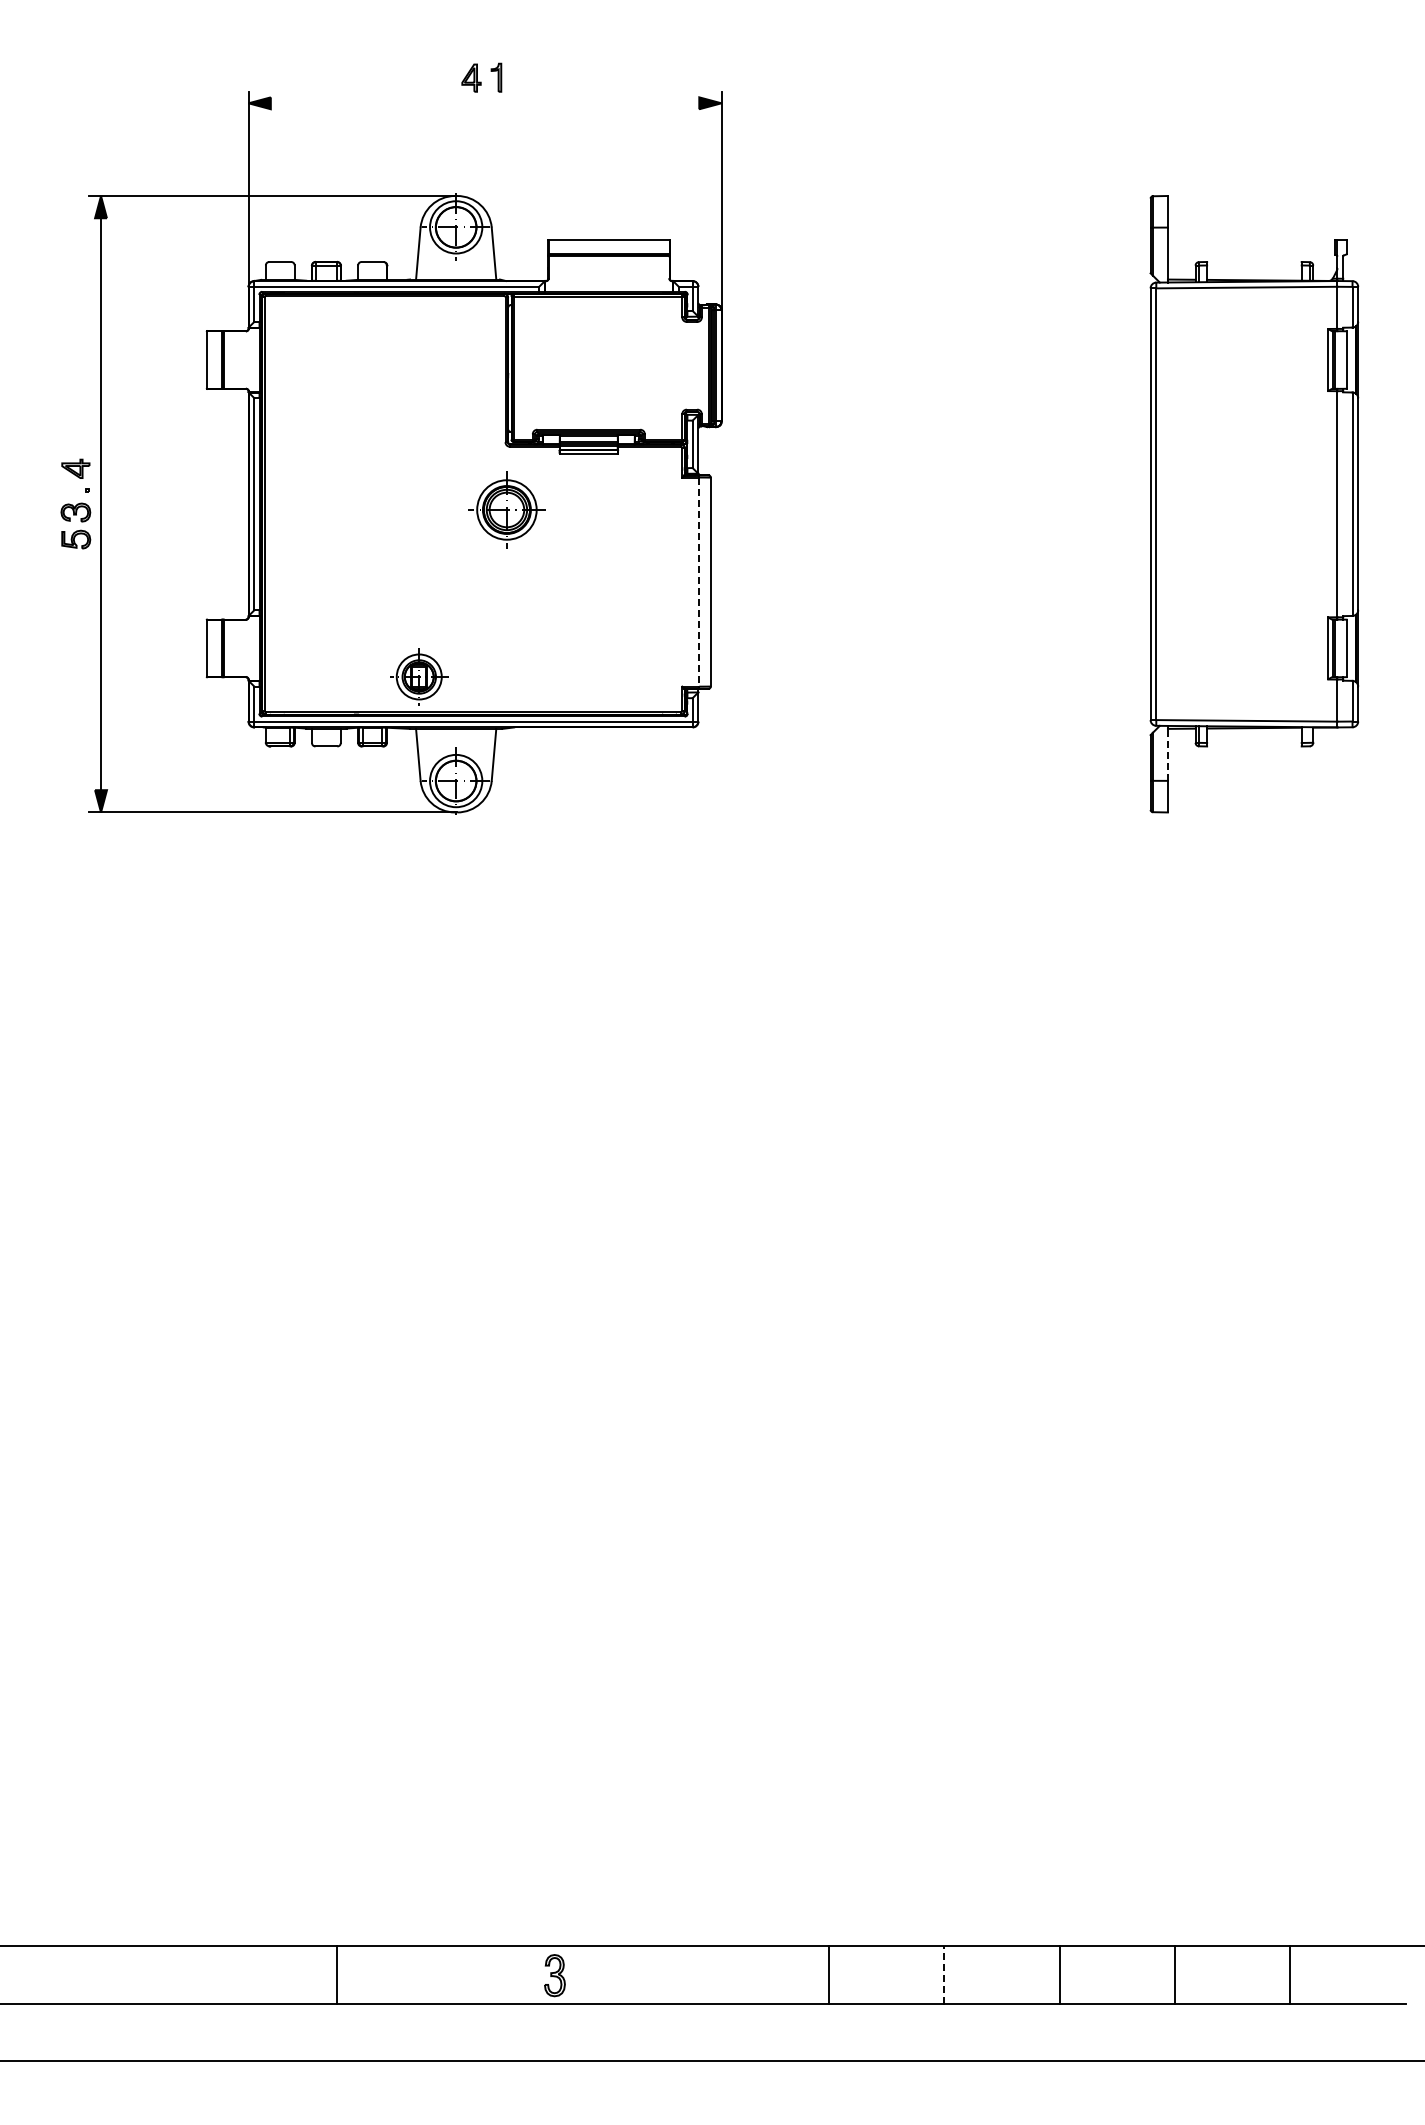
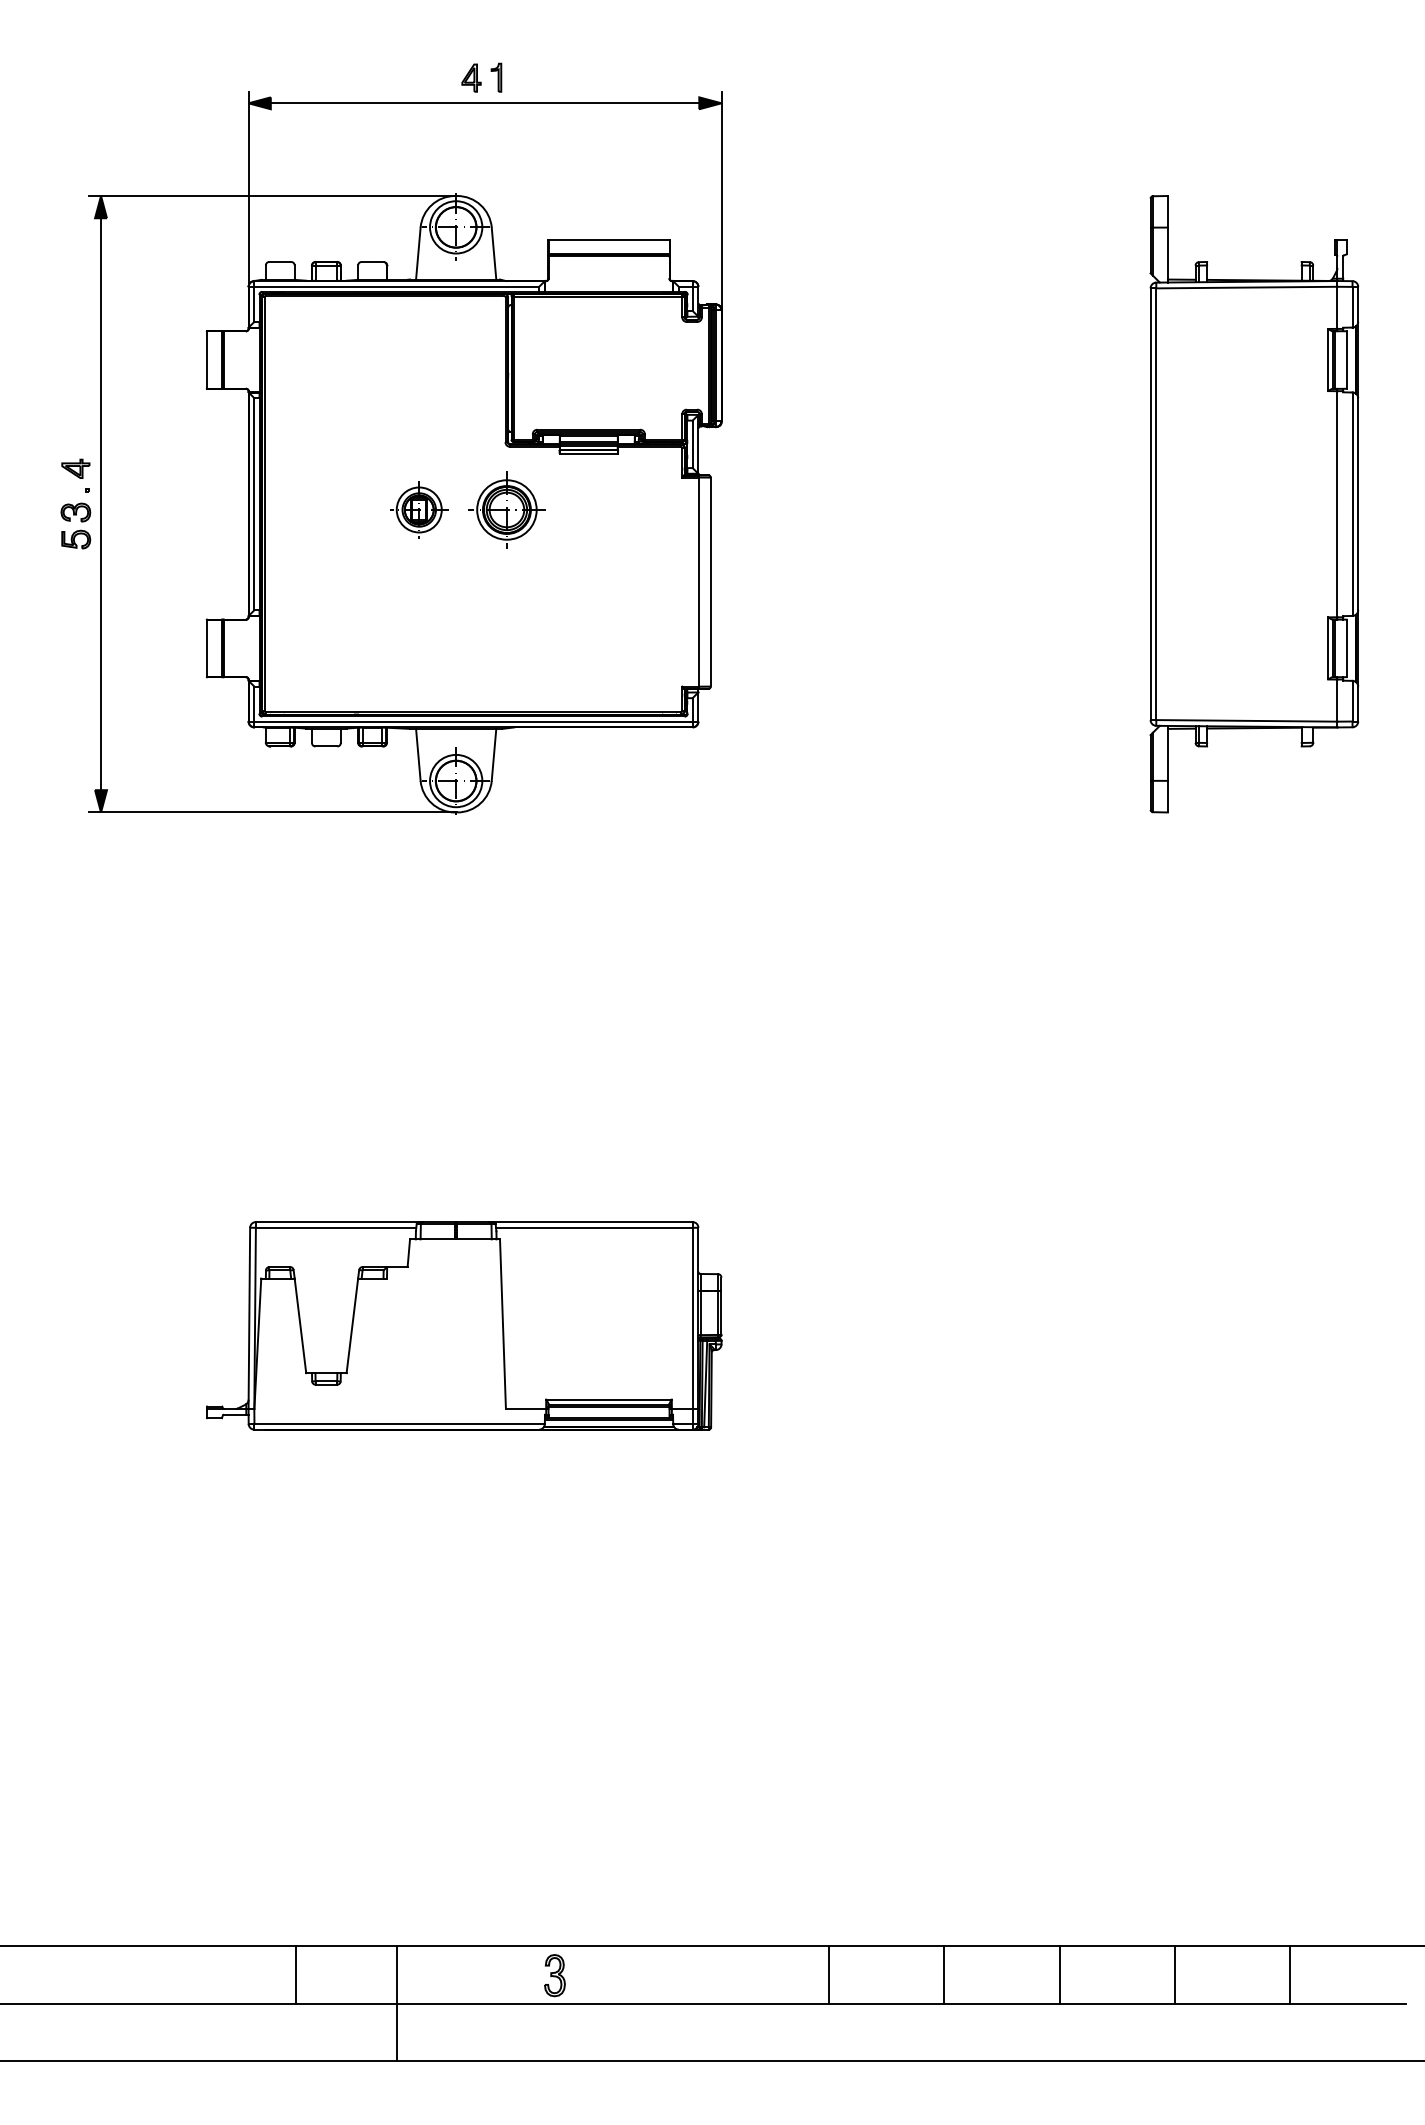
line at (484, 103): none -> present
line at (699, 582): dashed -> solid
part at (419, 676) position: (419, 676) -> (419, 509)
line at (1167, 754): dashed -> solid
part at (464, 1325): none -> present
line at (336, 1974) position: (336, 1974) -> (295, 1974)
line at (944, 1974): dashed -> solid
line at (396, 2003): none -> present
